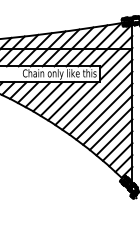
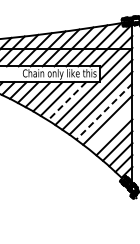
line at (67, 101): solid -> dashed
line at (104, 111): solid -> dashed
line at (110, 128): present -> none
